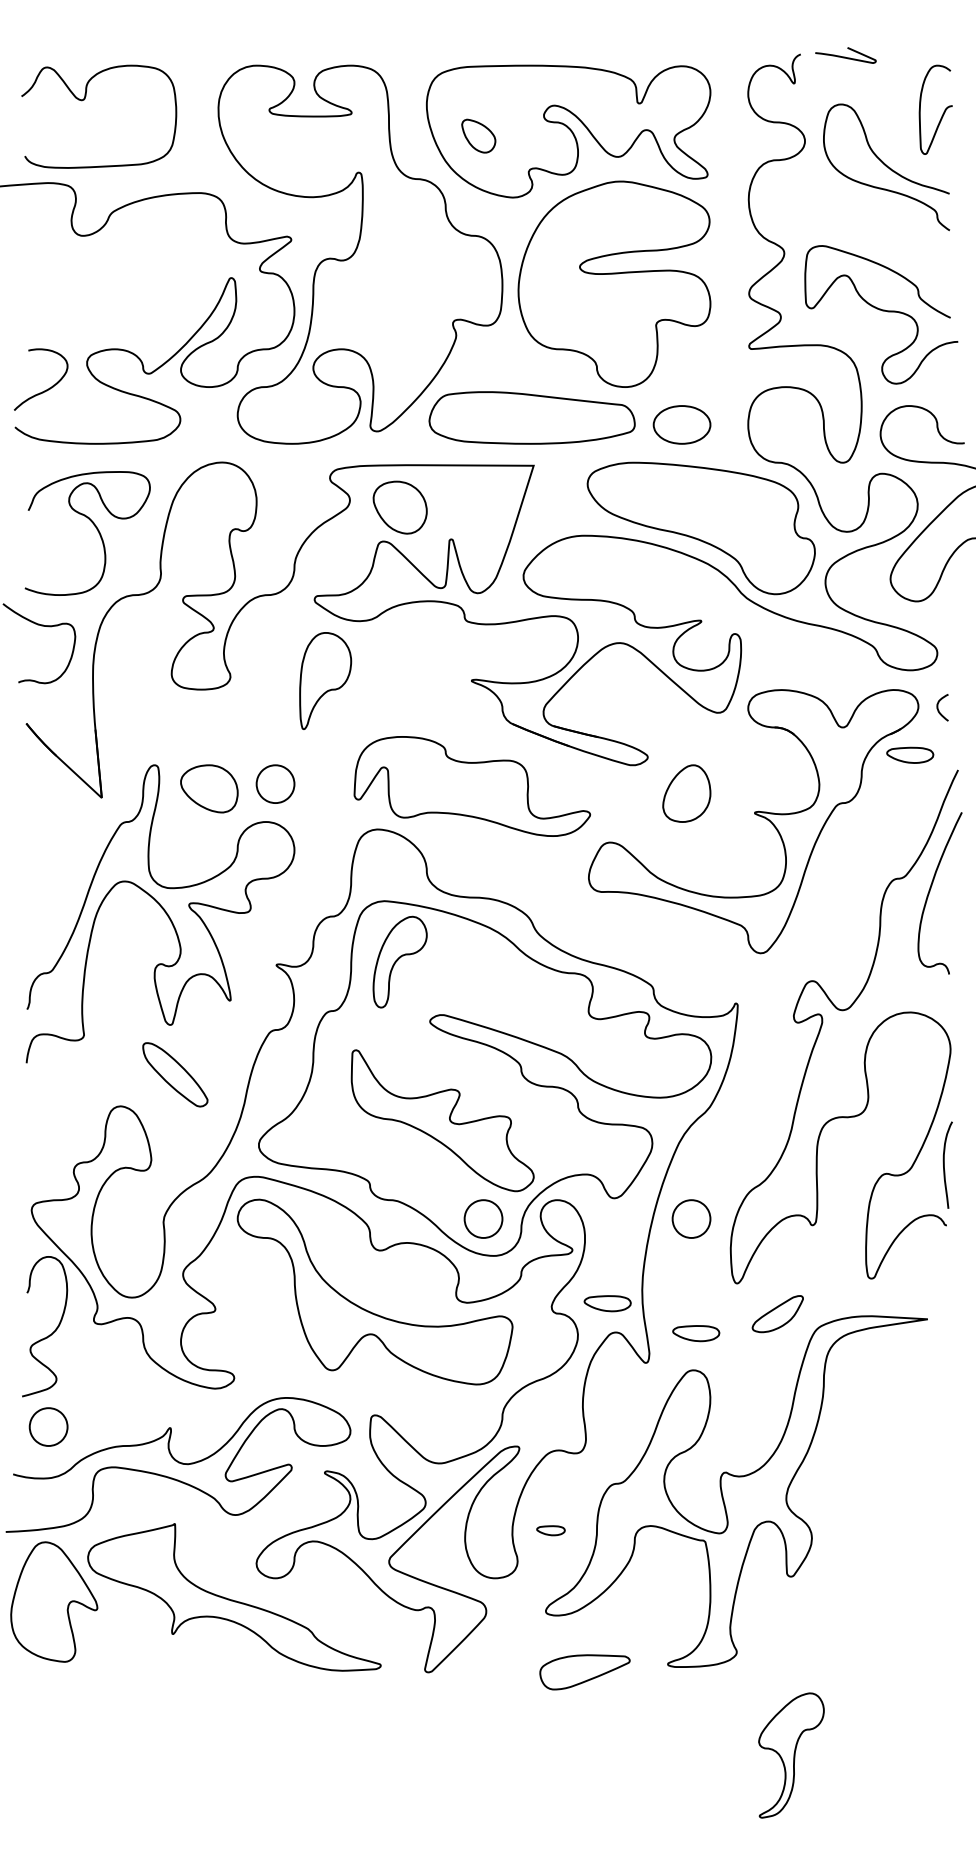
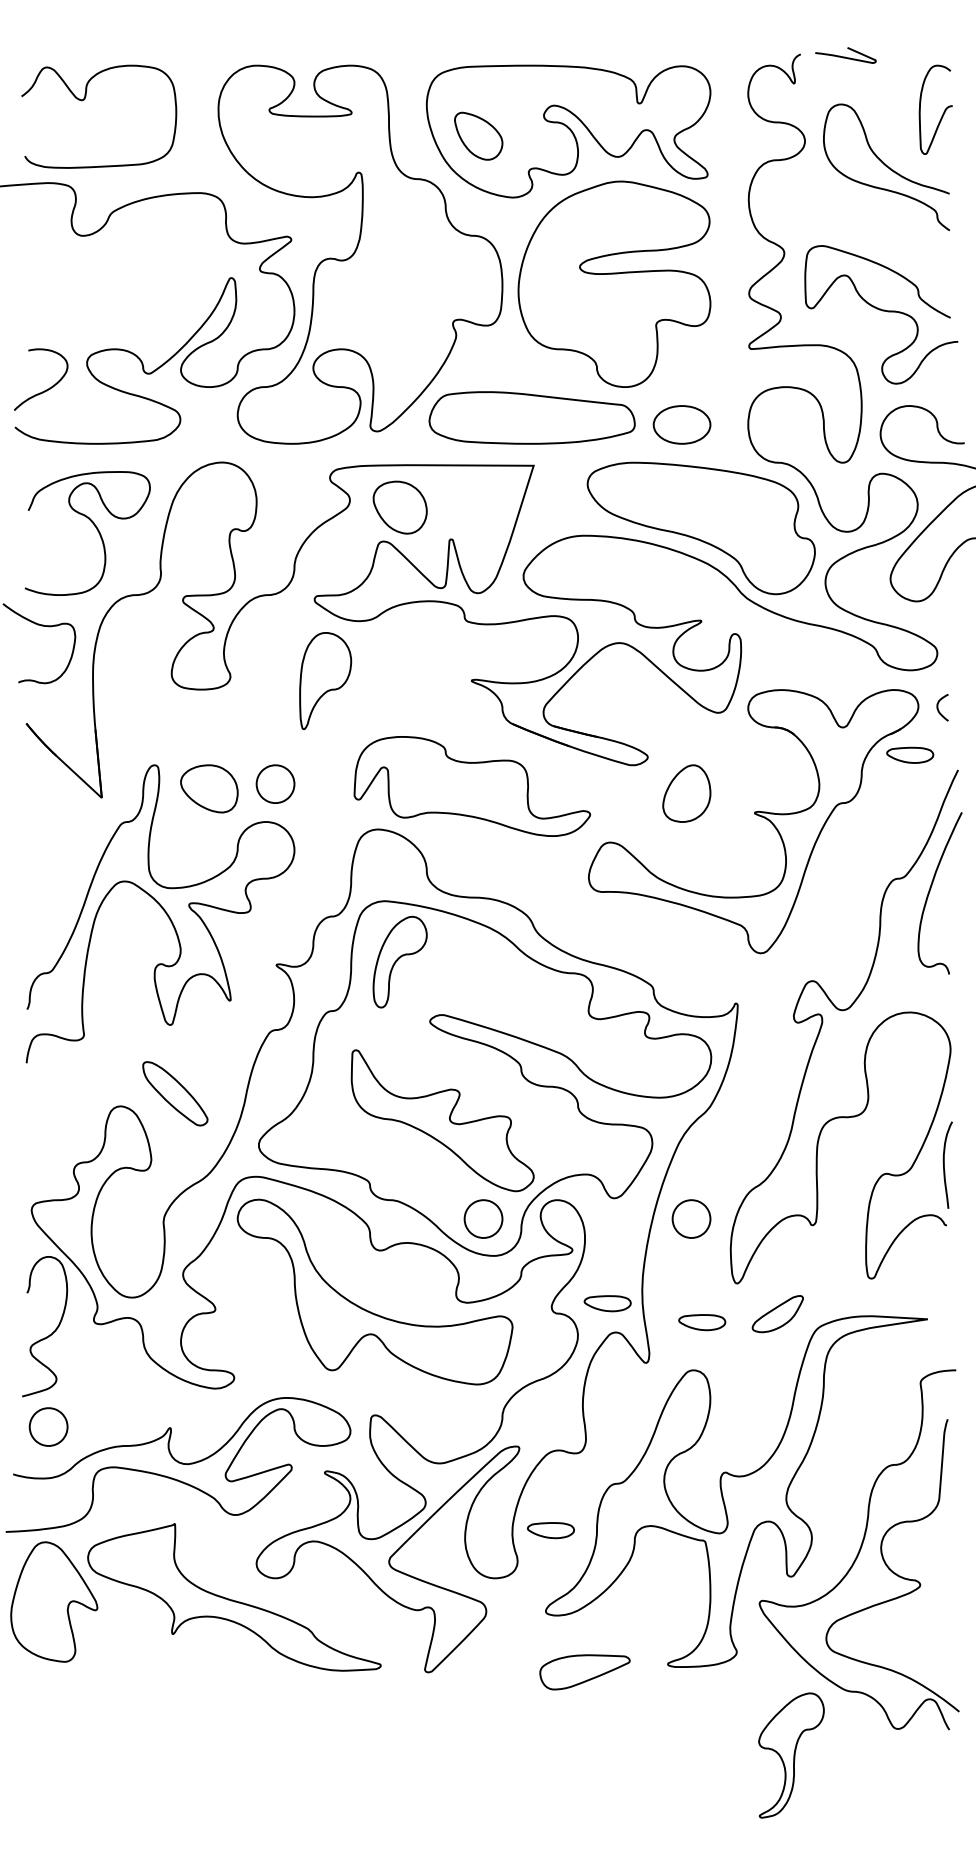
part at (478, 135) size: 36x36 px -> 50x50 px
part at (175, 1074) position: (175, 1074) -> (175, 1093)
part at (696, 1333) position: (696, 1333) -> (702, 1322)
part at (550, 1530) size: 30x12 px -> 48x18 px
part at (858, 1549): none -> present
